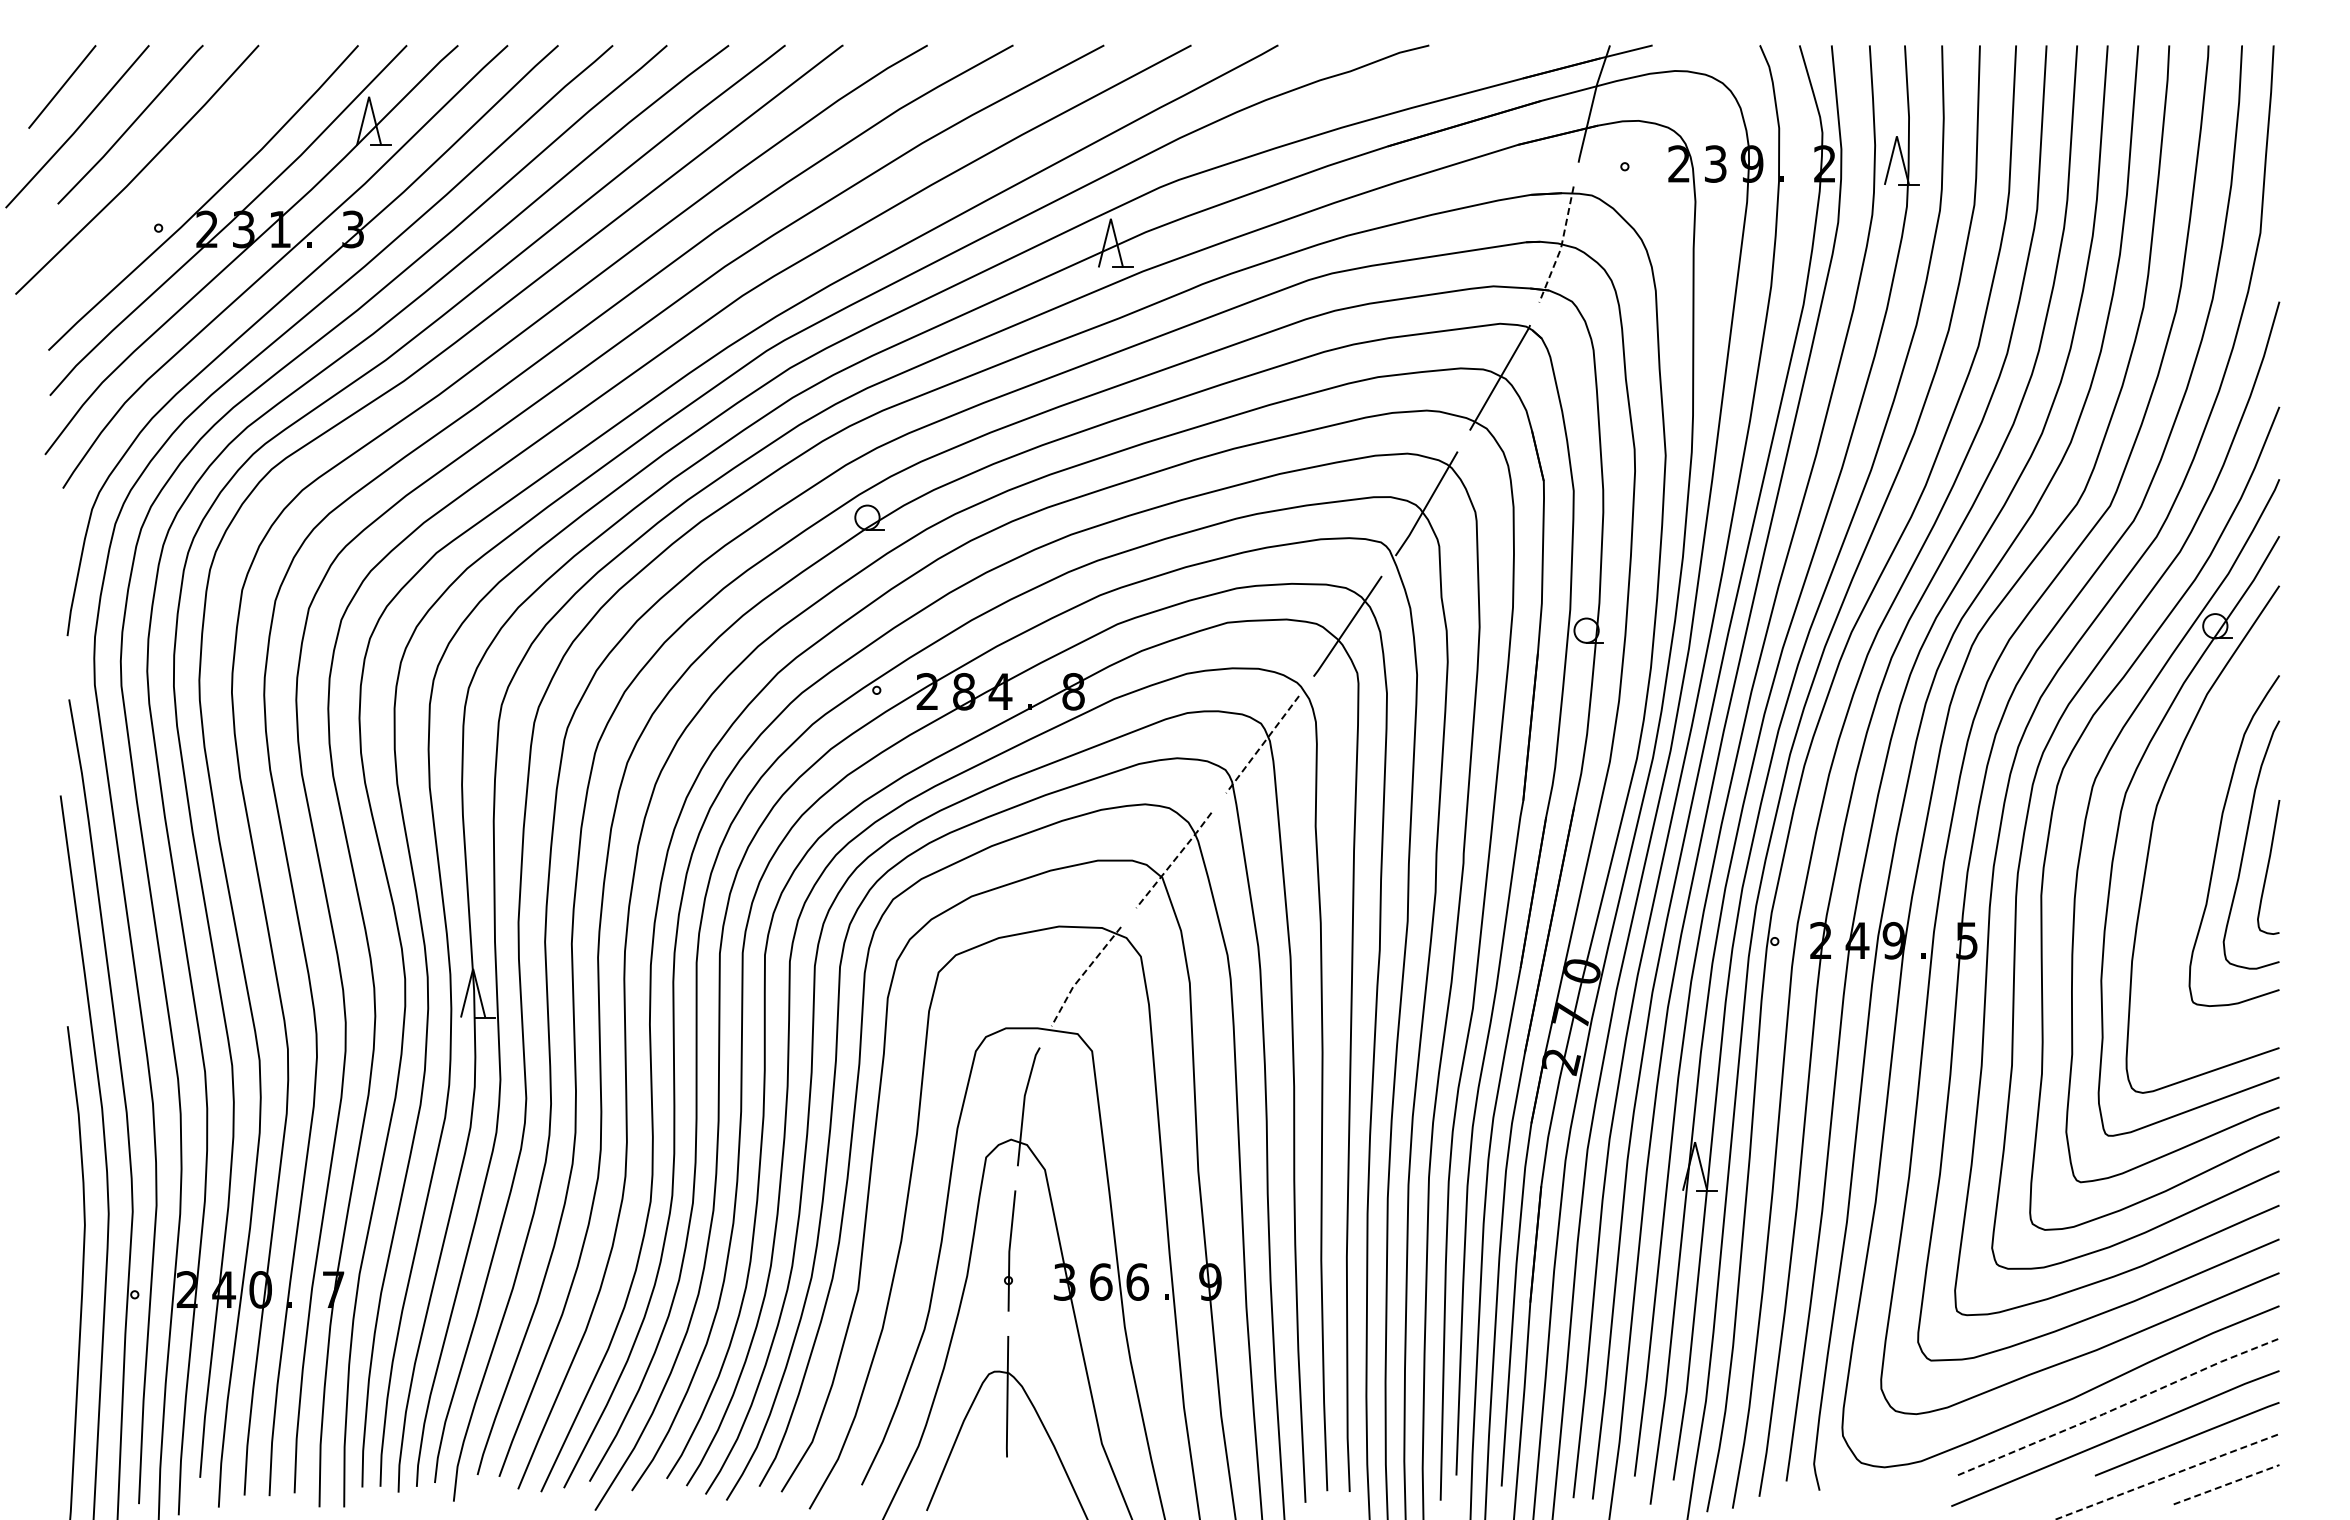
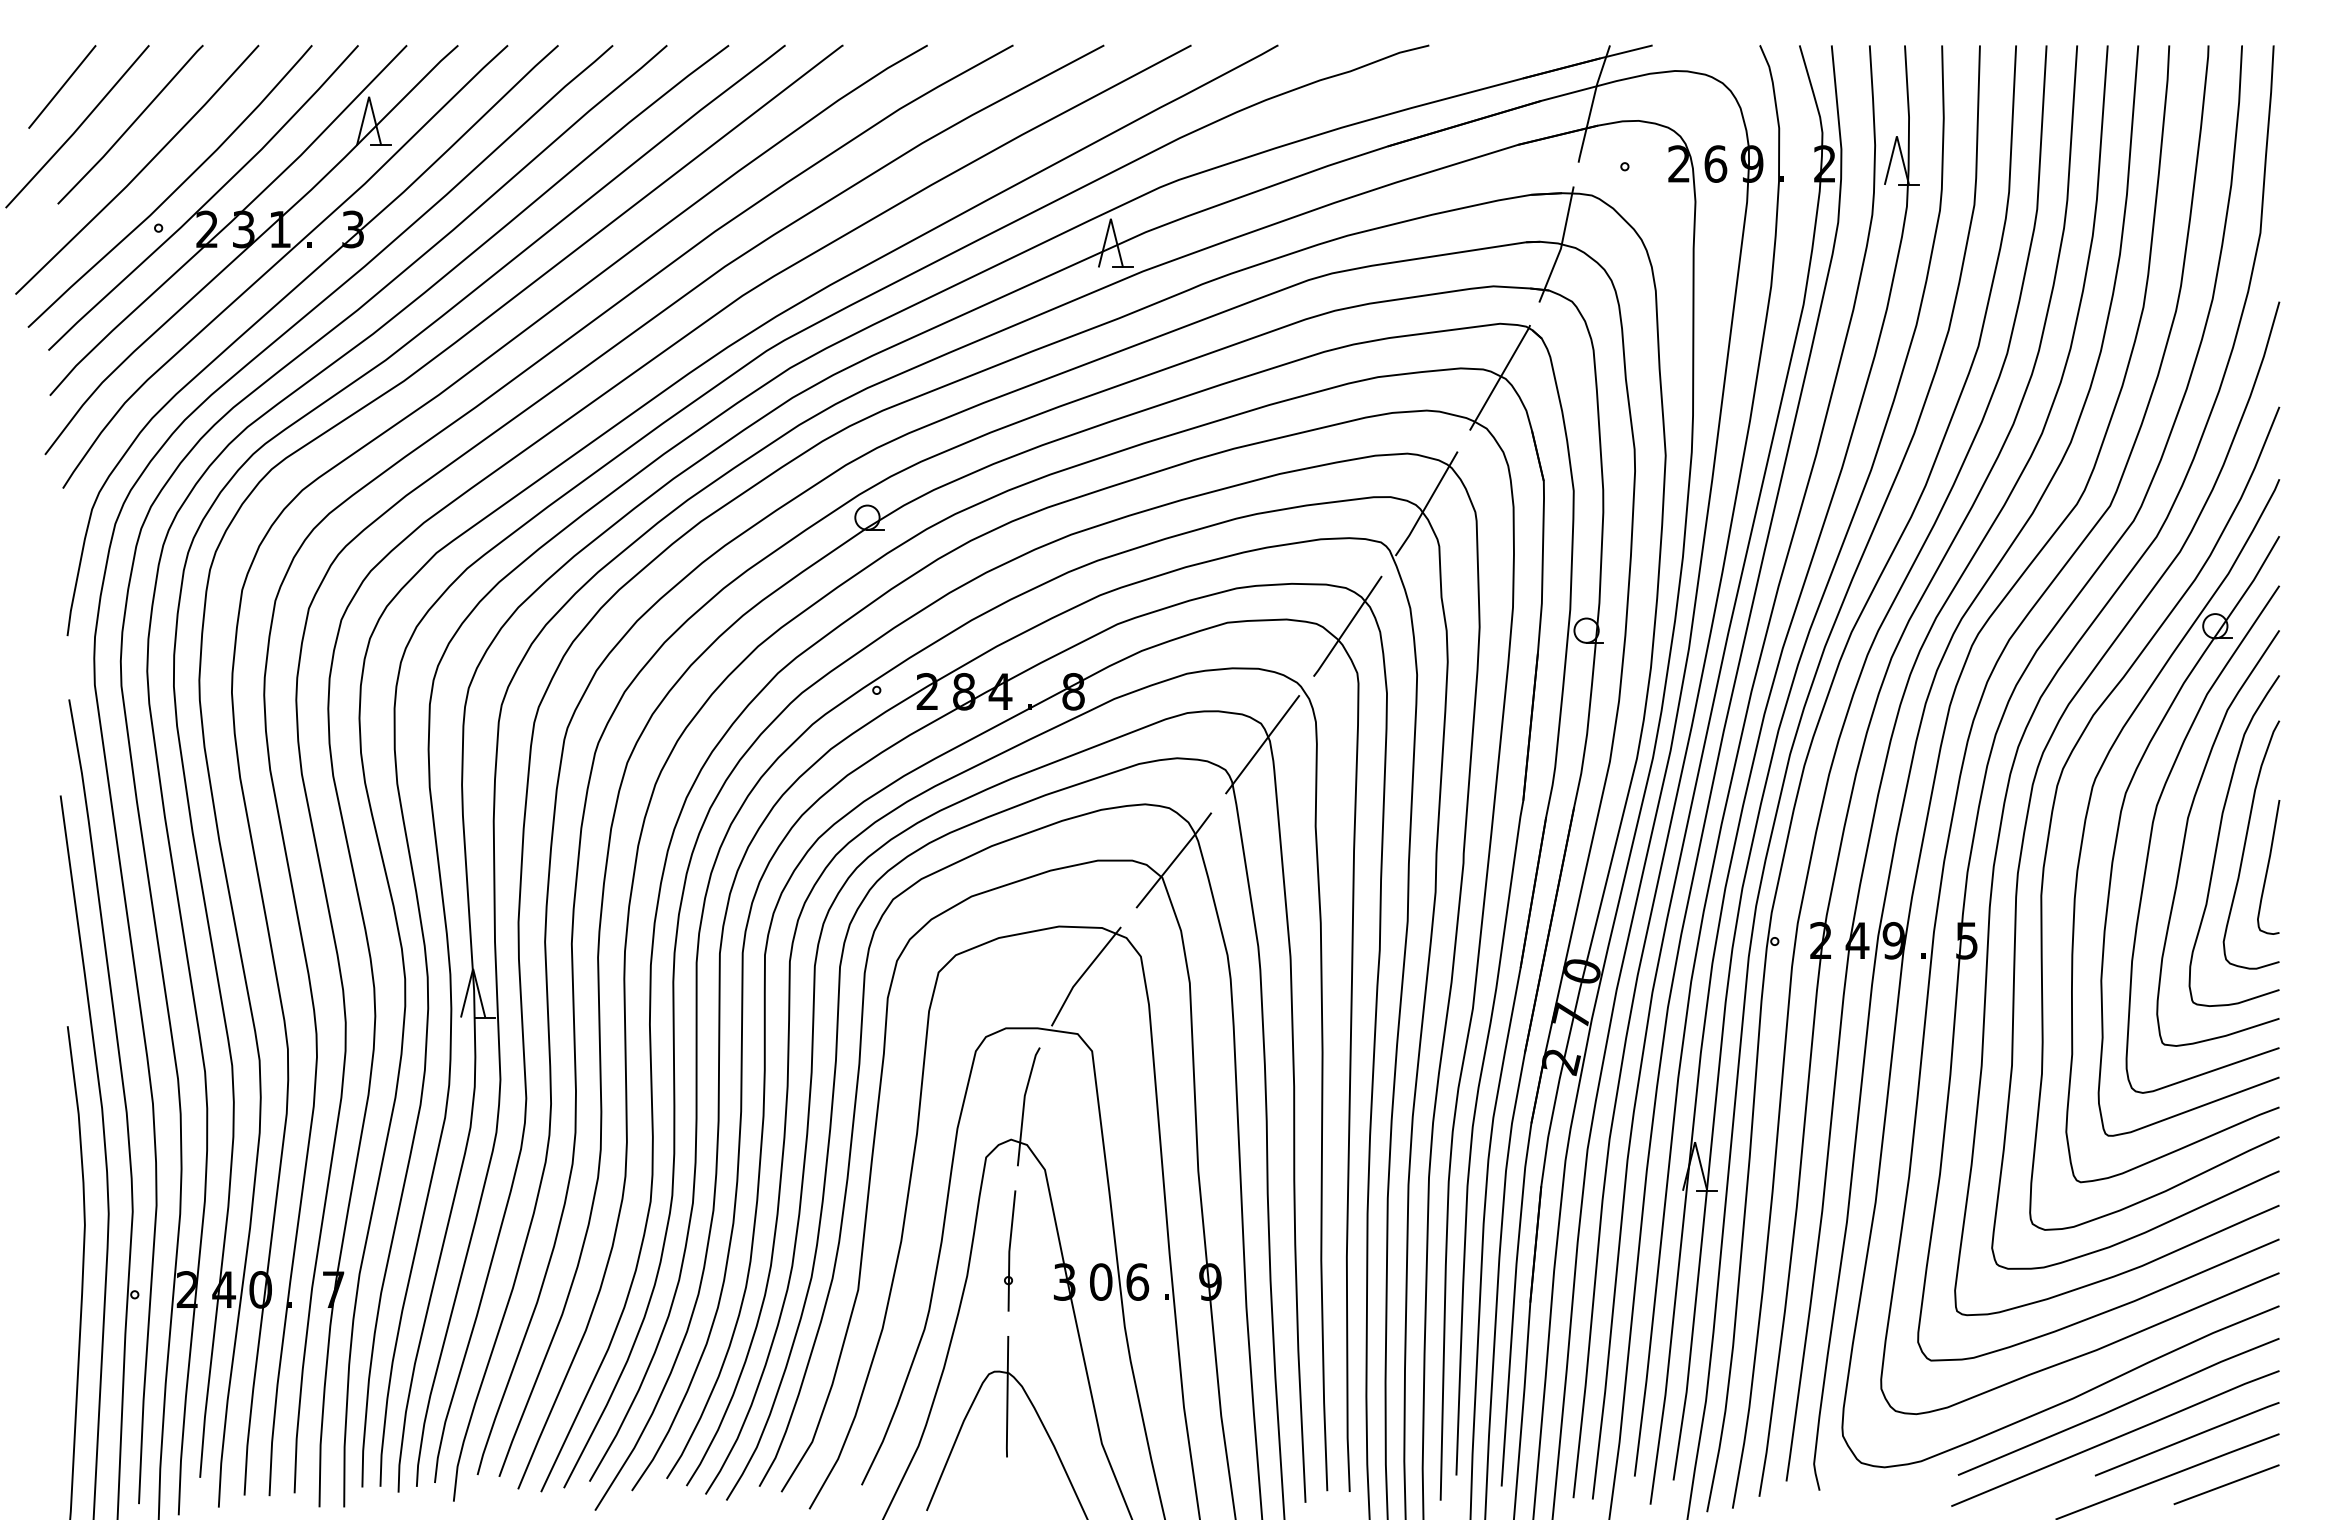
text at (1715, 163): 3 -> 6
curve at (174, 190): none -> present
line at (1561, 246): dashed -> solid
line at (1262, 744): dashed -> solid
curve at (2186, 834): none -> present
line at (1174, 860): dashed -> solid
line at (1082, 975): dashed -> solid
text at (1101, 1281): 6 -> 0
line at (2118, 1407): dashed -> solid
line at (2168, 1476): dashed -> solid
line at (2227, 1484): dashed -> solid
